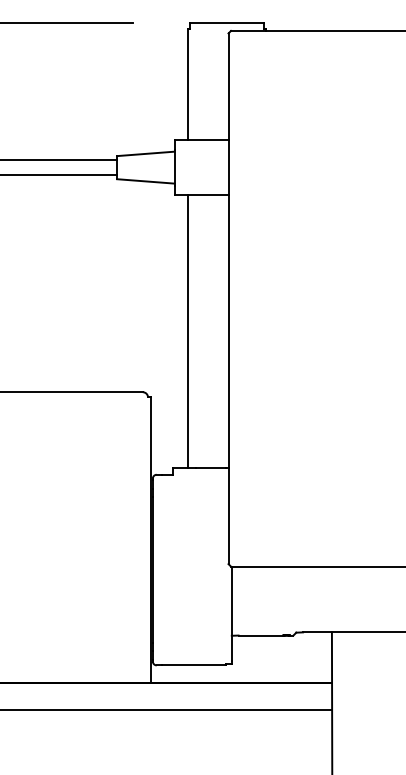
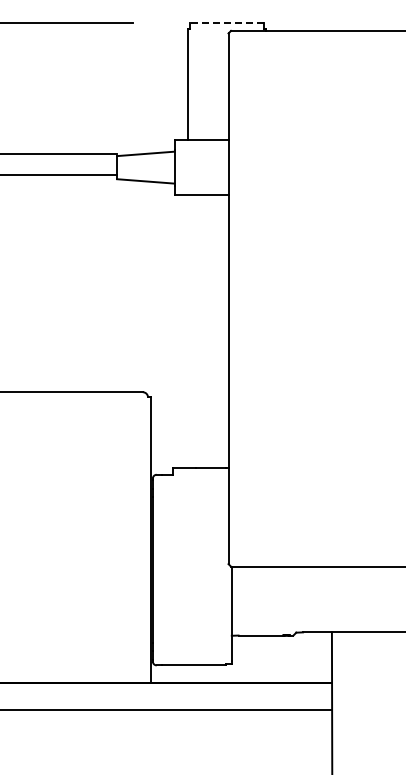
line at (227, 23): solid -> dashed
line at (59, 159) position: (59, 159) -> (59, 153)
line at (188, 331): present -> none
